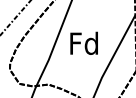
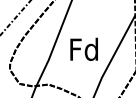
text at (83, 42) position: (83, 42) -> (83, 48)
